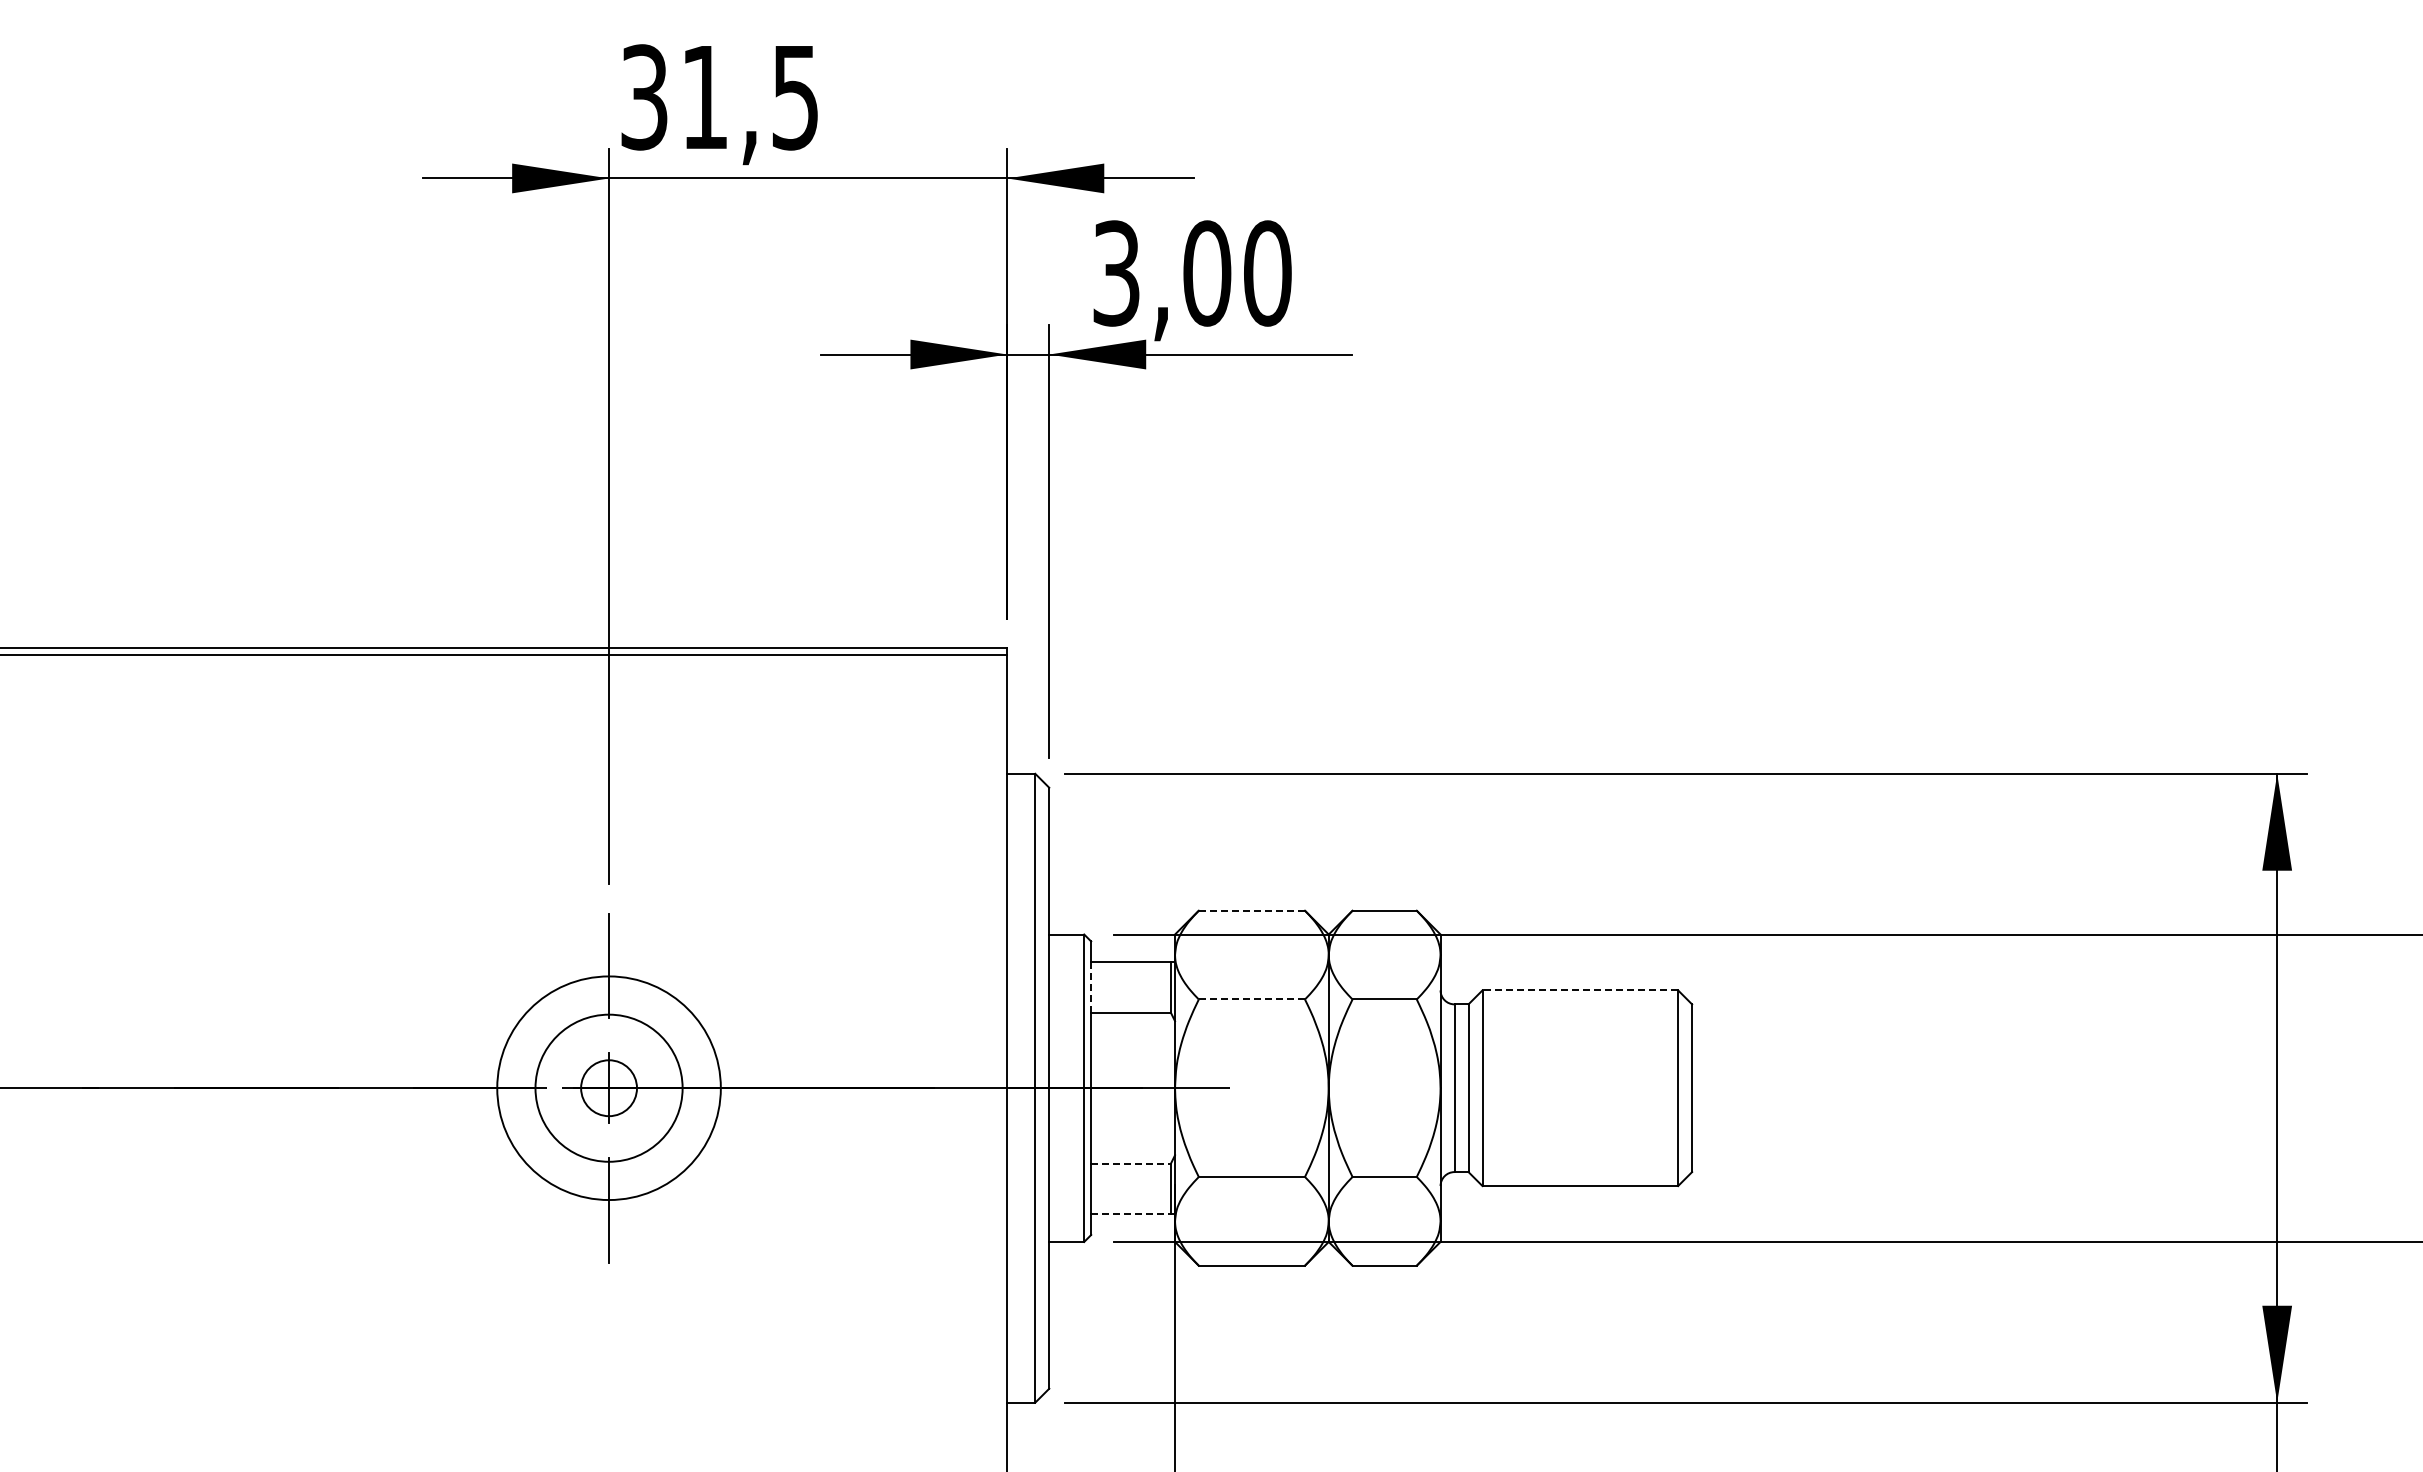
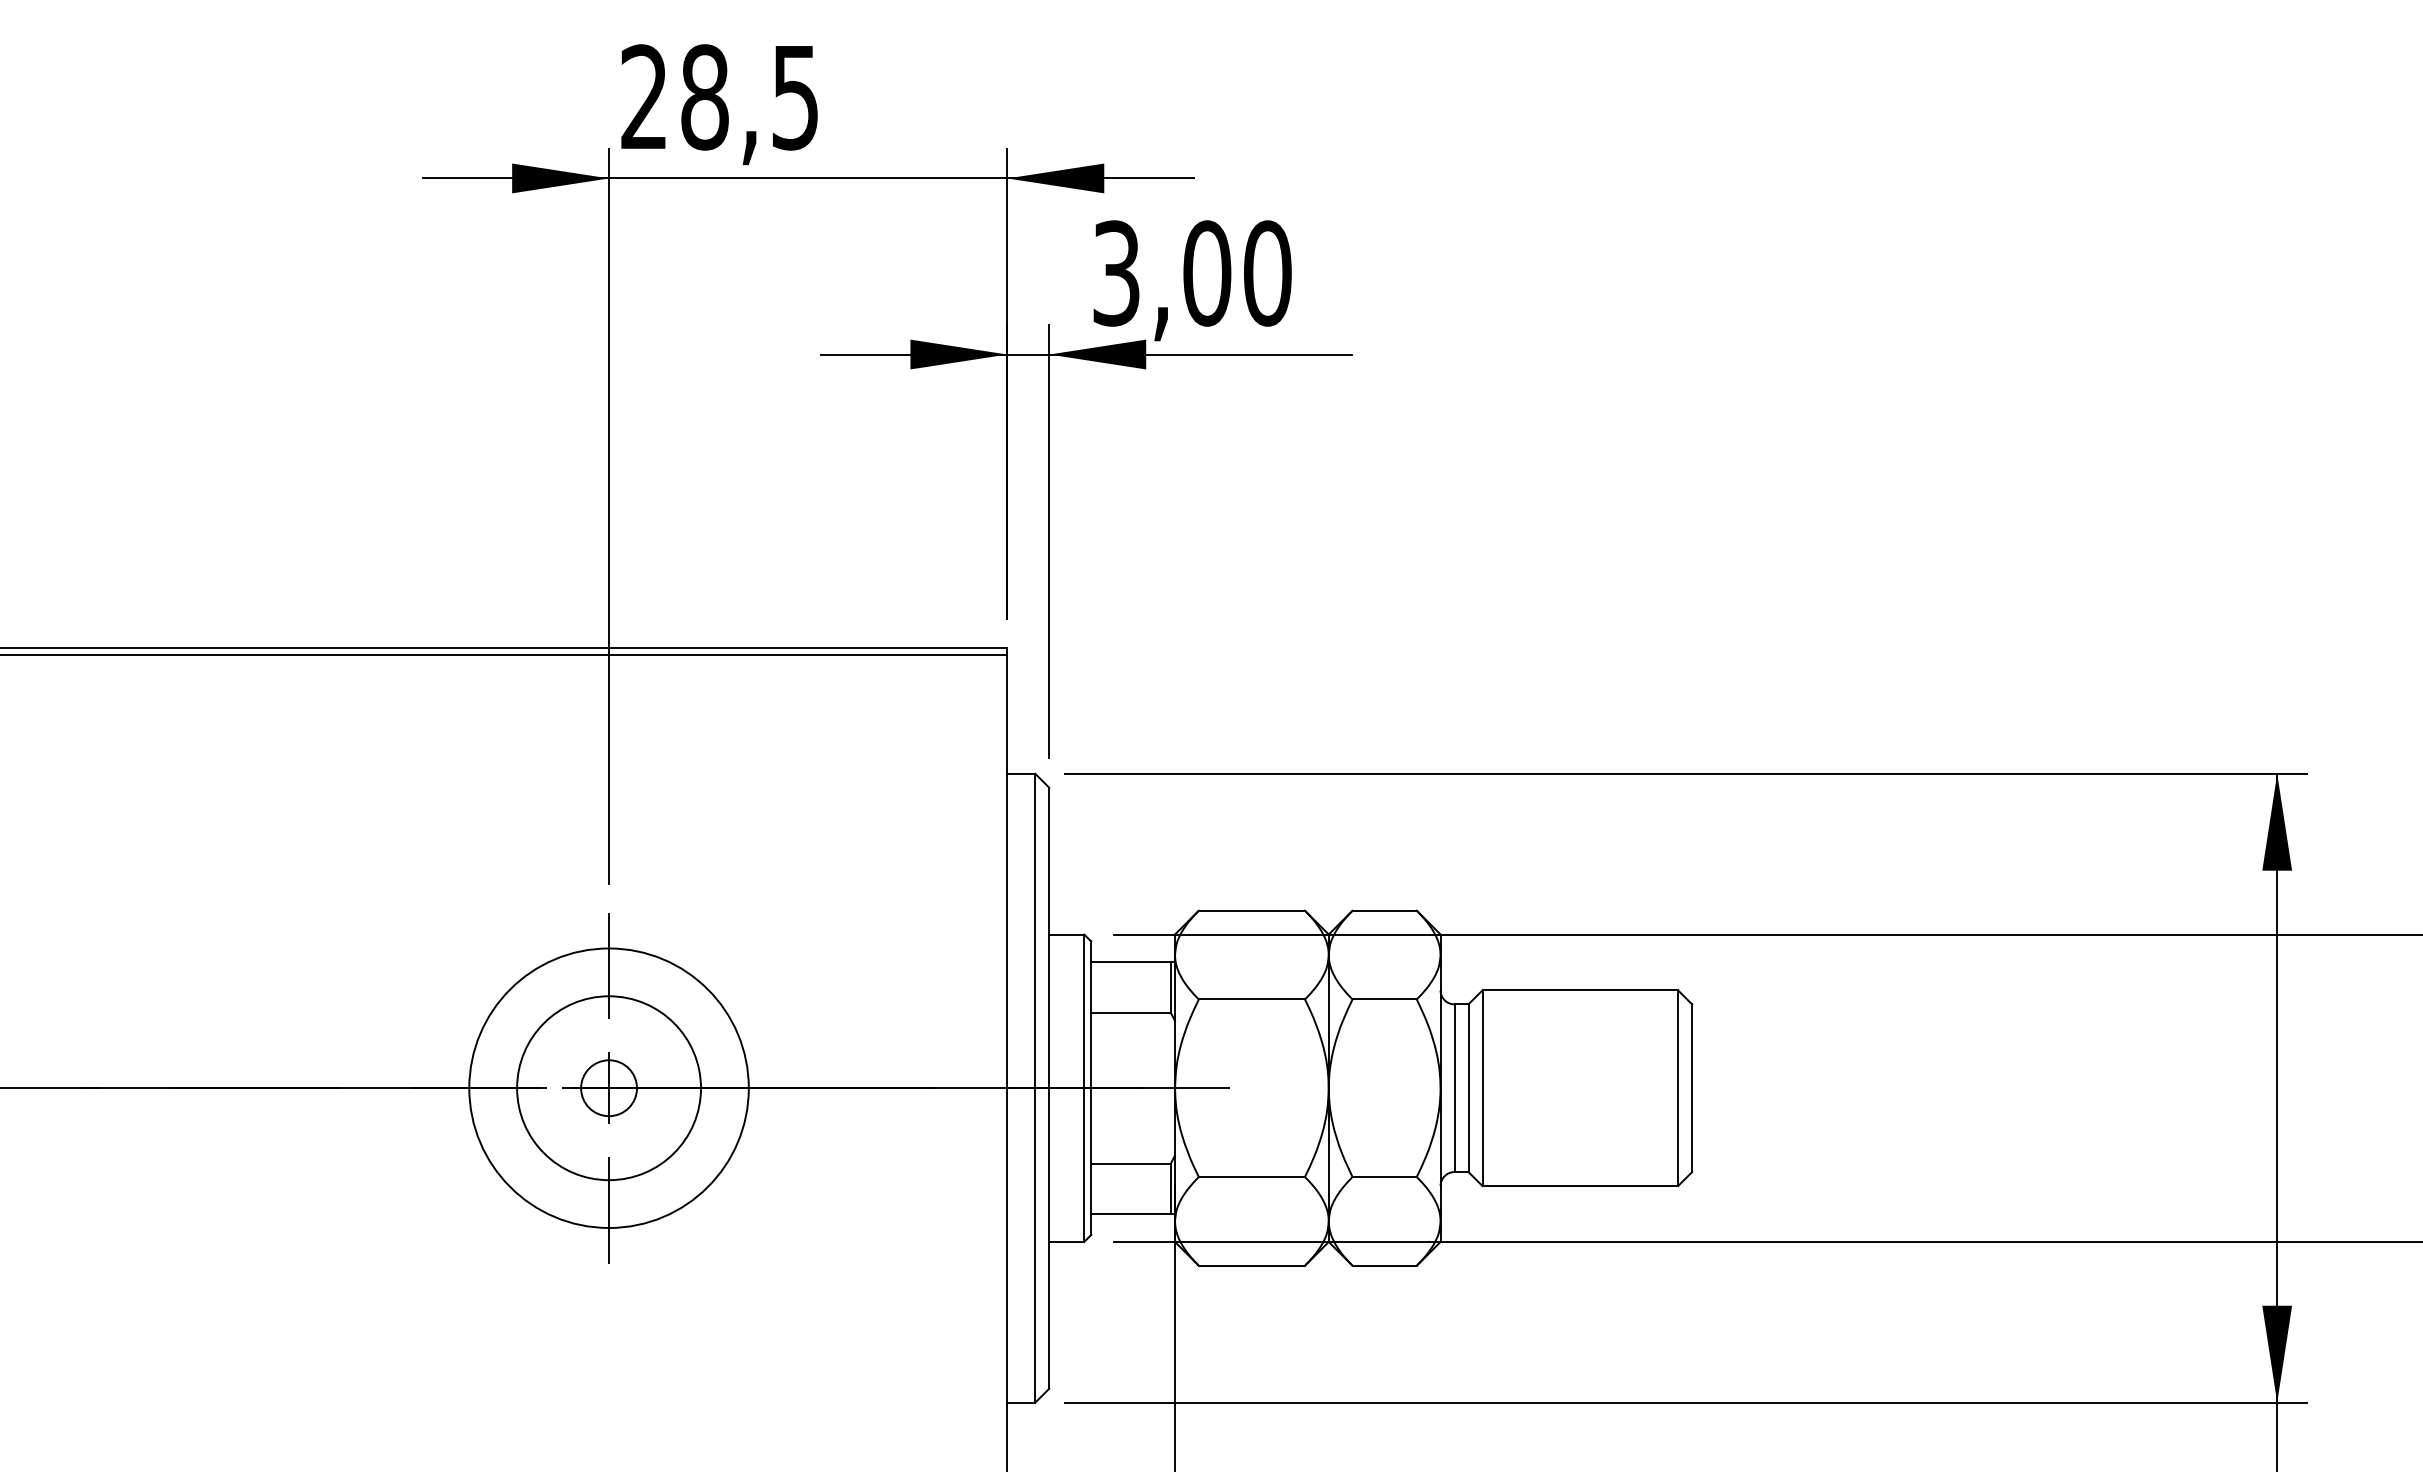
text at (674, 97): 31,5 -> 28,5
line at (1251, 910): dashed -> solid
line at (1091, 988): dashed -> solid
line at (1580, 990): dashed -> solid
line at (1251, 999): dashed -> solid
circle at (608, 1087) diameter: 147 px -> 184 px
circle at (608, 1088) diameter: 224 px -> 279 px
line at (1131, 1163): dashed -> solid
line at (1131, 1214): dashed -> solid
